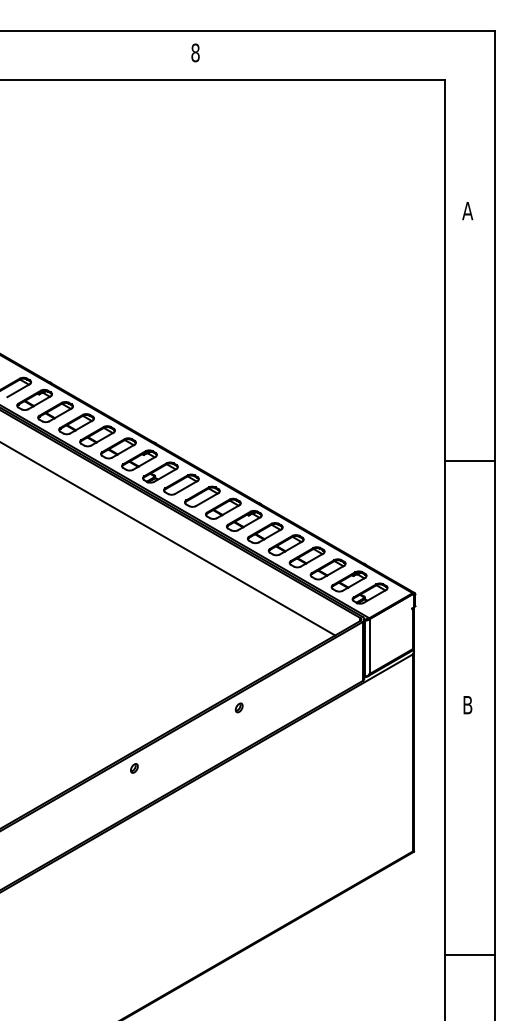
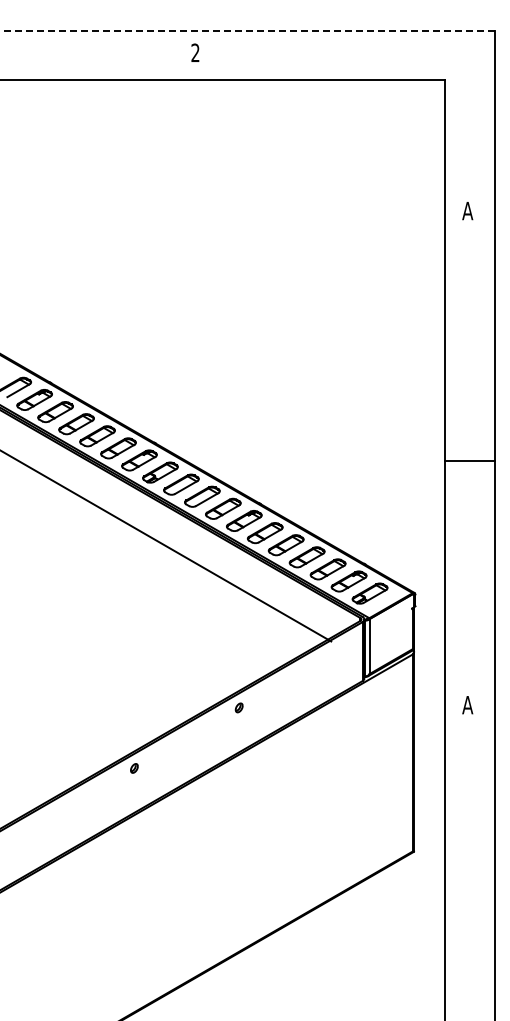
line at (247, 30): solid -> dashed
text at (195, 52): 8 -> 2
line at (168, 539) position: (168, 539) -> (166, 546)
text at (467, 705): B -> A
line at (469, 954): present -> none
